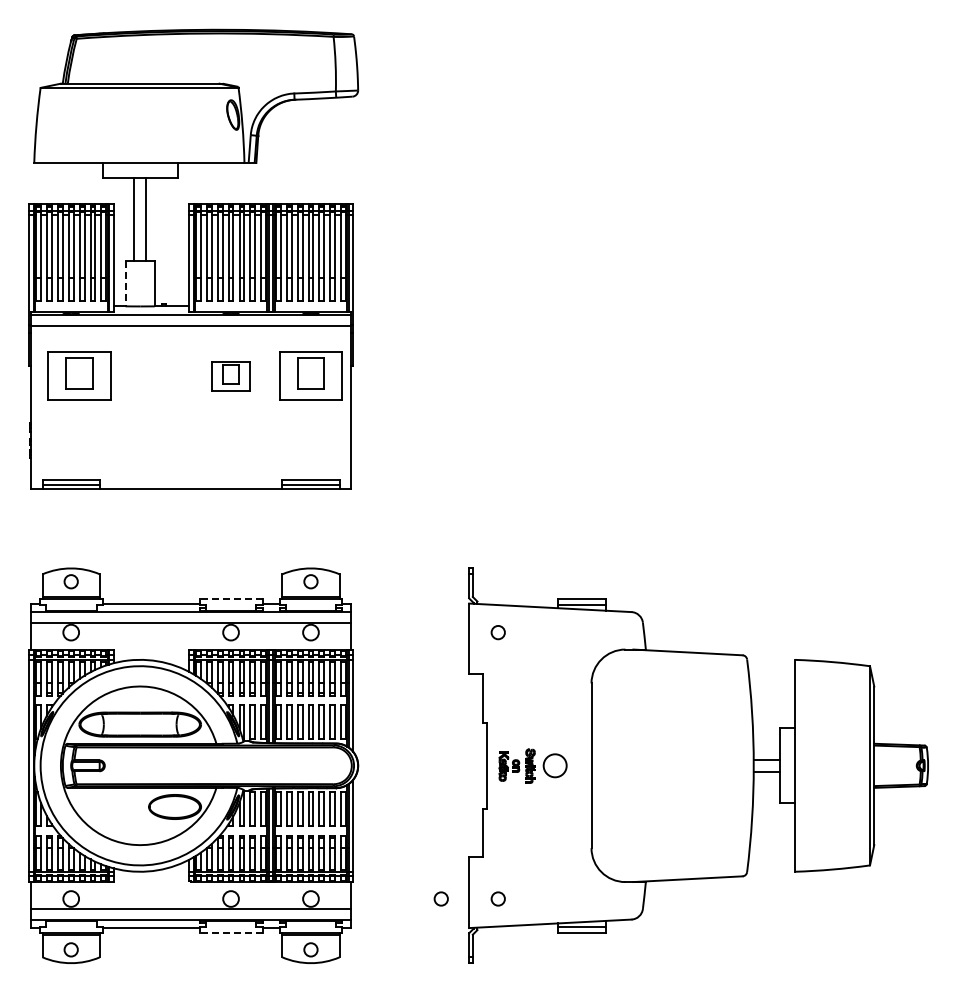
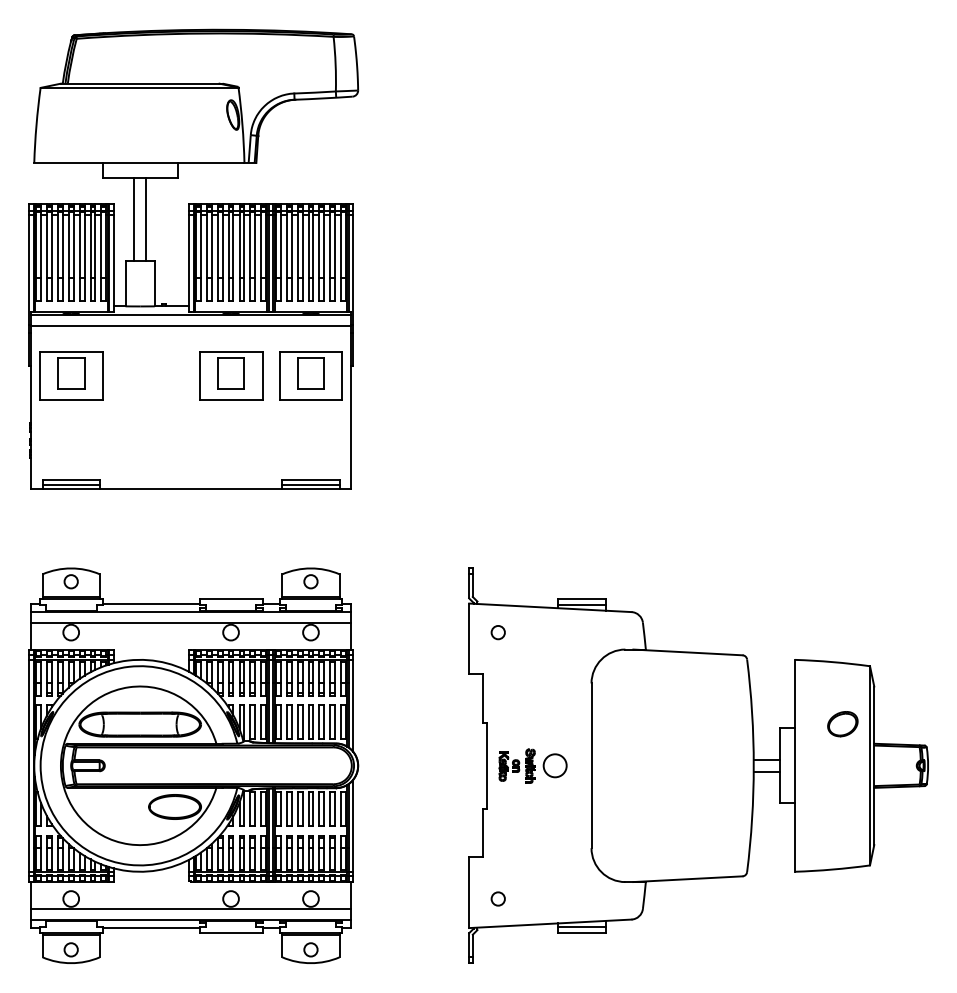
line at (125, 283): dashed -> solid
part at (79, 375) position: (79, 375) -> (71, 375)
part at (230, 376) size: 40x31 px -> 65x50 px
line at (230, 599): dashed -> solid
part at (842, 724): none -> present
circle at (440, 898): present -> none
line at (230, 932): dashed -> solid
